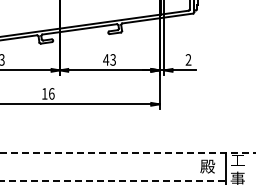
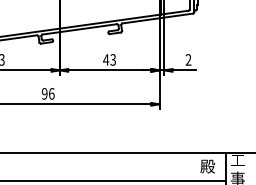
text at (44, 93): 16 -> 96
line at (128, 152): dashed -> solid
line at (113, 180): dashed -> solid
